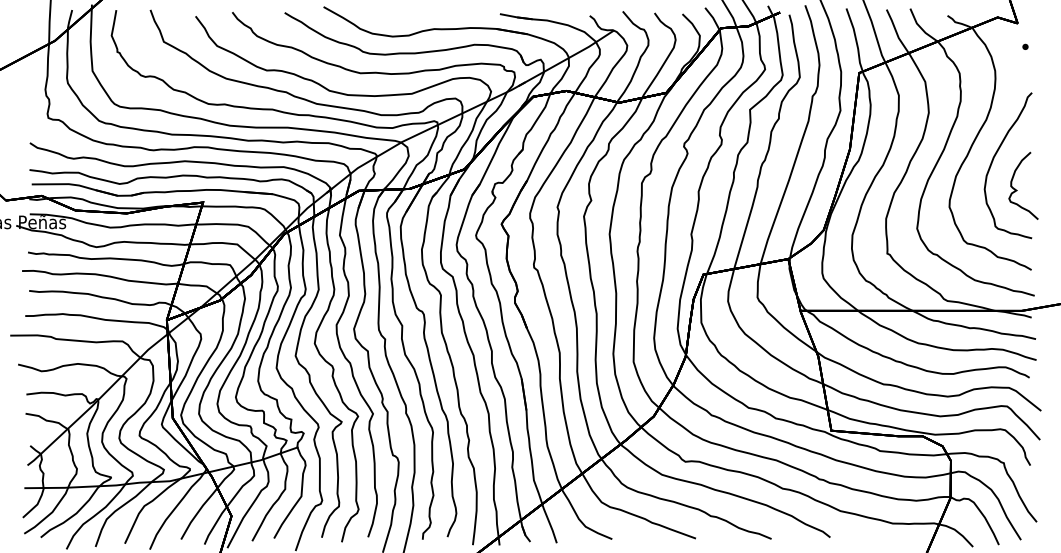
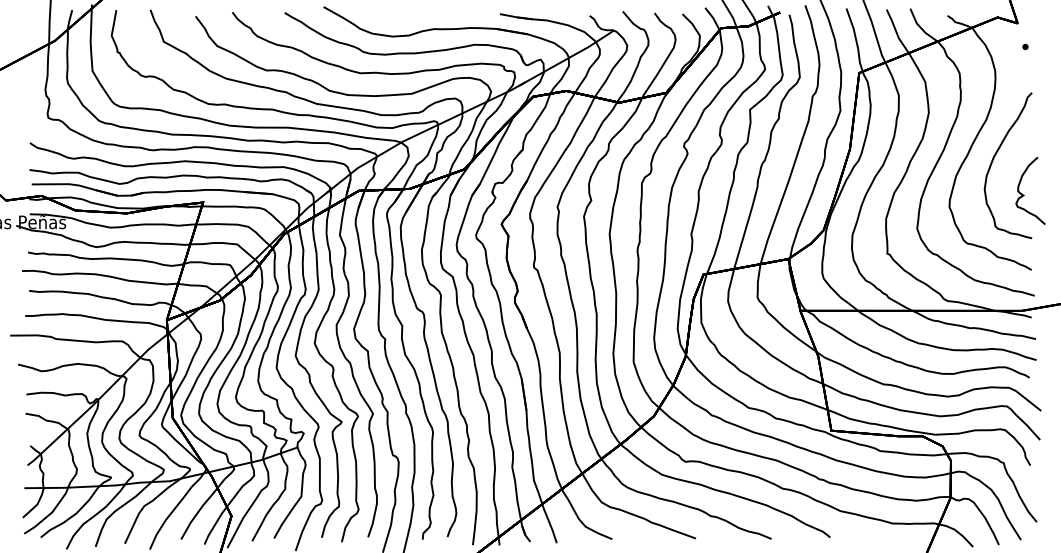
curve at (1017, 190) position: (1017, 190) -> (1024, 195)
